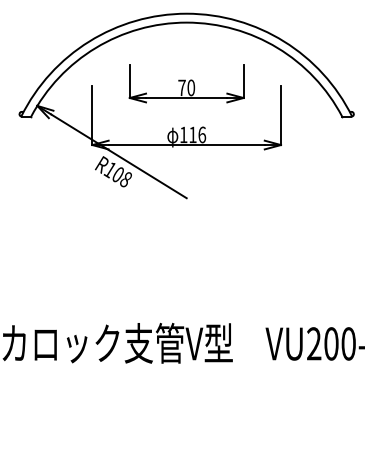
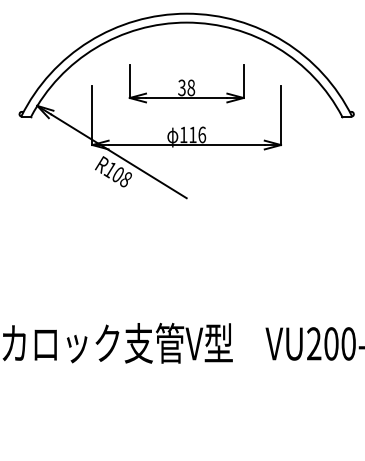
text at (186, 87): 70 -> 38
